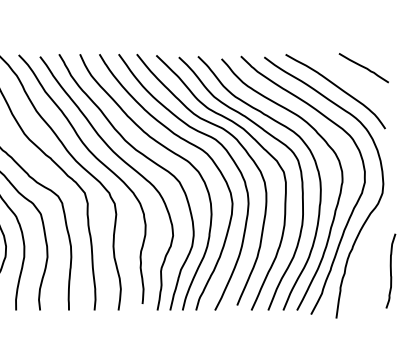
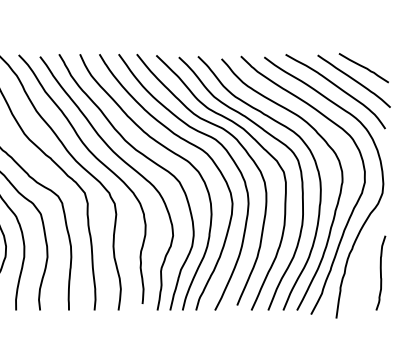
curve at (353, 80): none -> present
curve at (390, 270) position: (390, 270) -> (380, 272)
